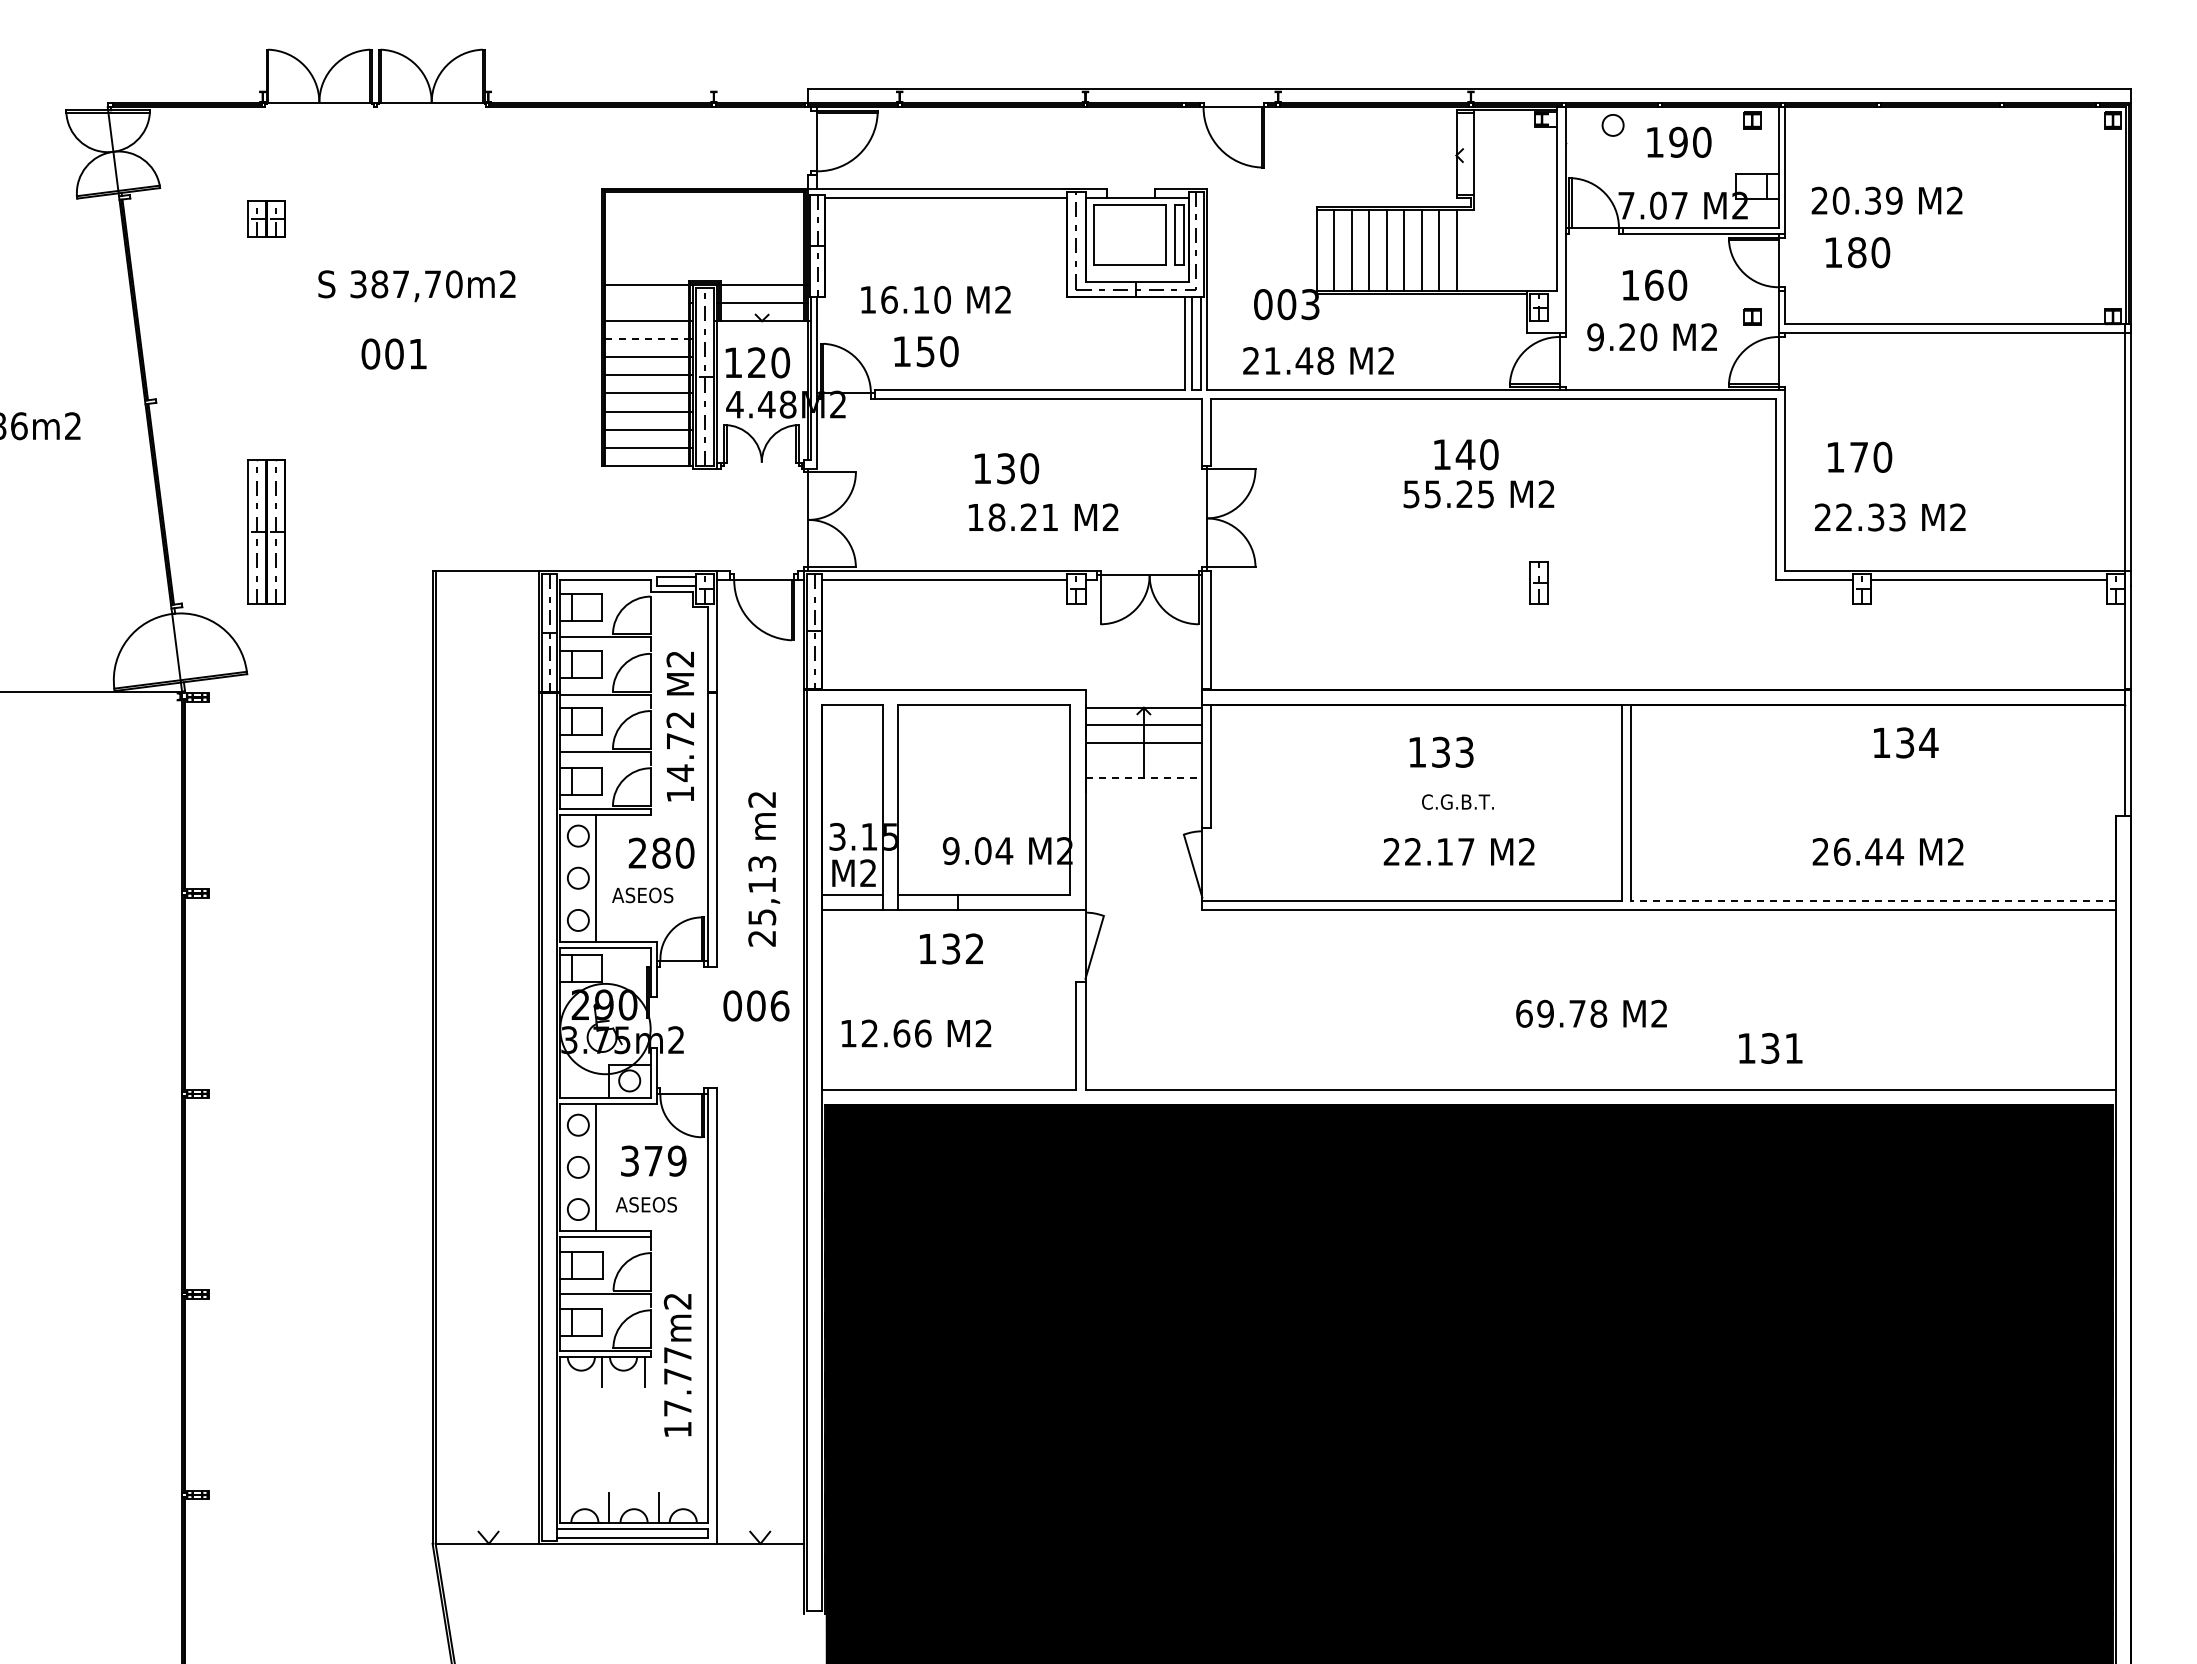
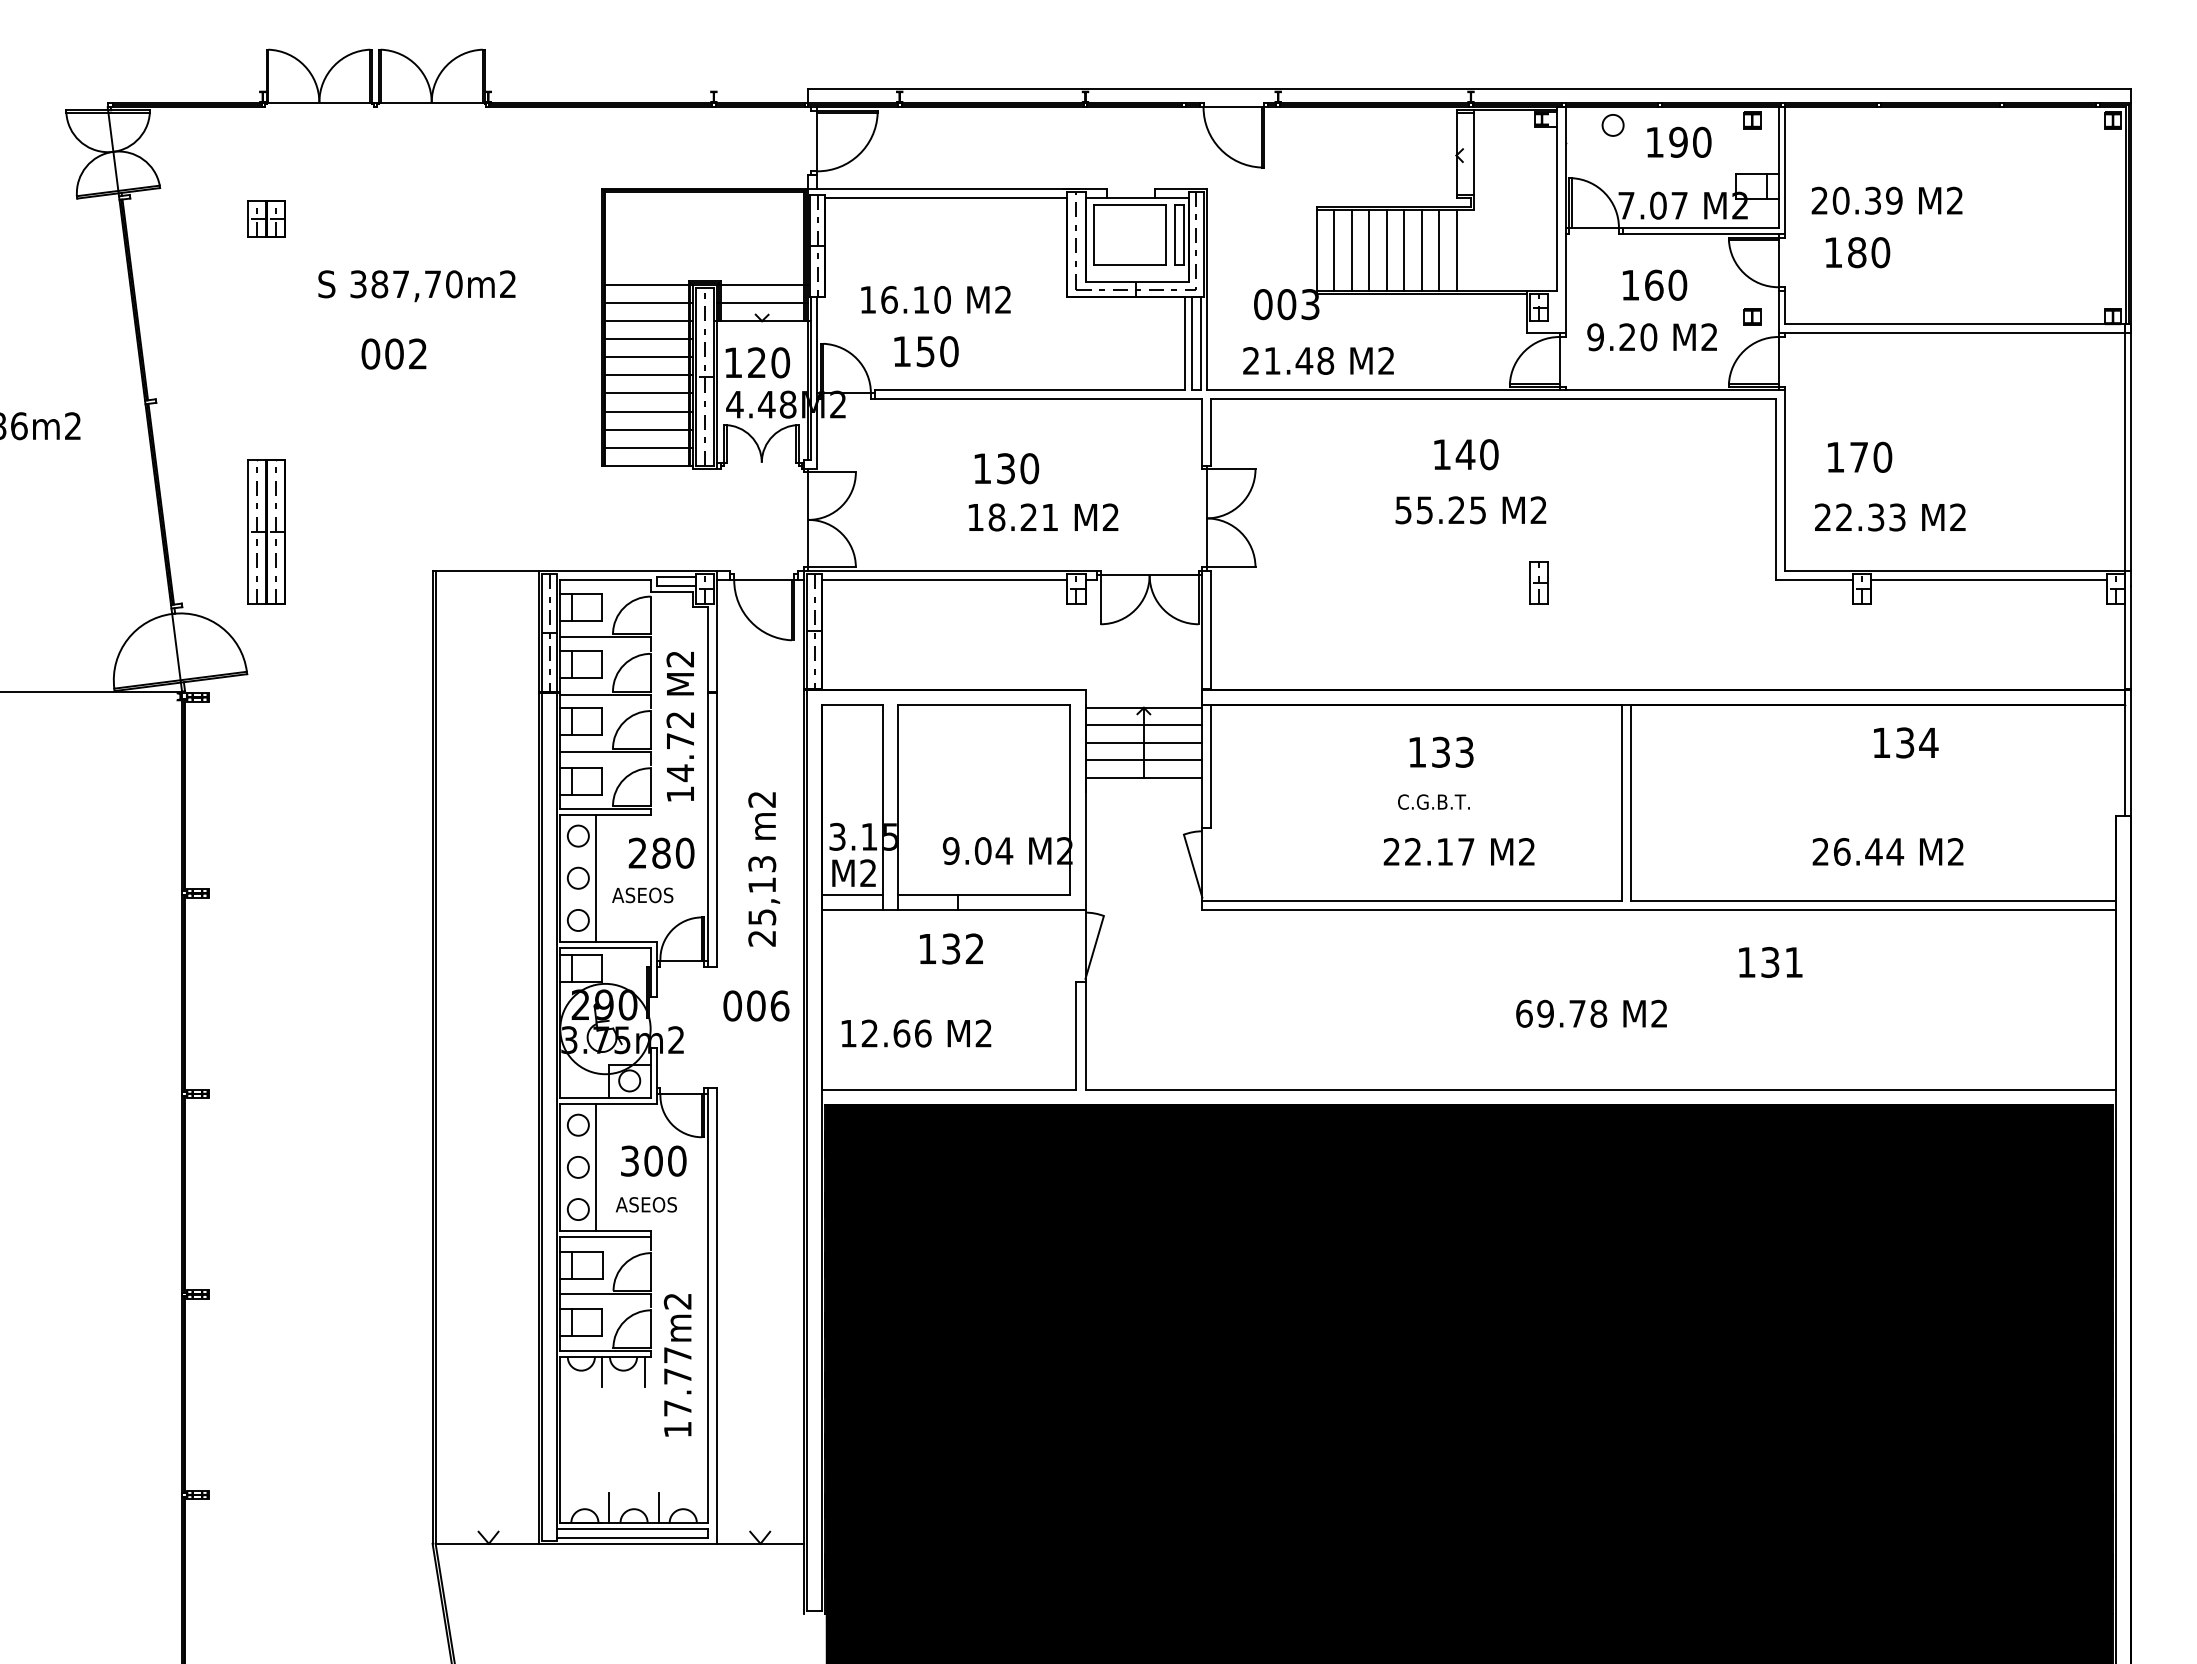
line at (646, 303): none -> present
line at (647, 339): dashed -> solid
text at (417, 353): 001 -> 002
text at (1478, 494) position: (1478, 494) -> (1470, 510)
line at (1143, 760): none -> present
line at (1144, 777): dashed -> solid
text at (1457, 801) position: (1457, 801) -> (1433, 801)
line at (1873, 900): dashed -> solid
text at (1770, 1048) position: (1770, 1048) -> (1770, 962)
text at (665, 1160): 379 -> 300
